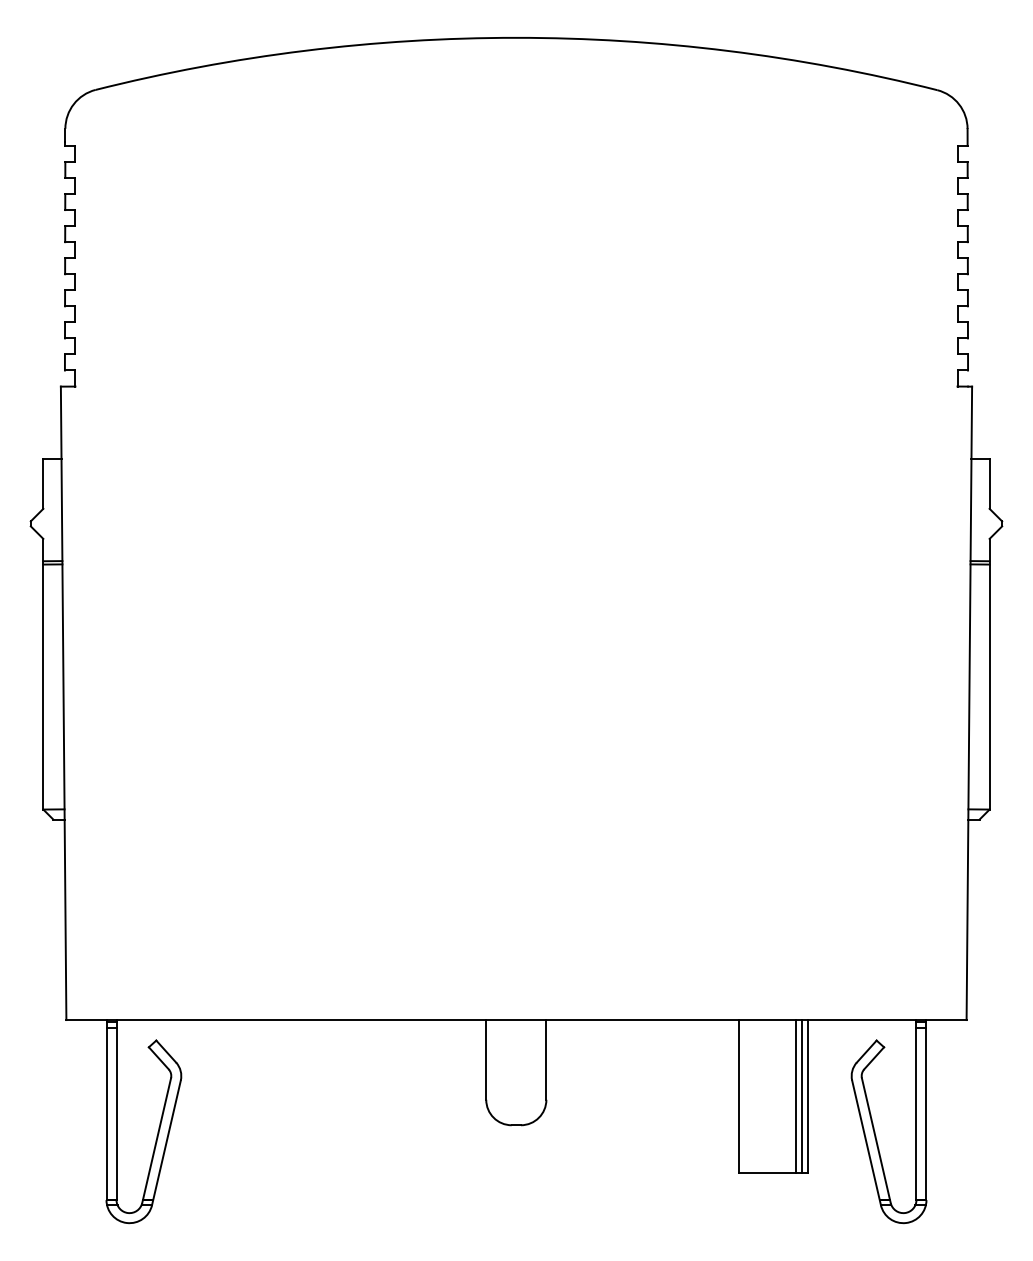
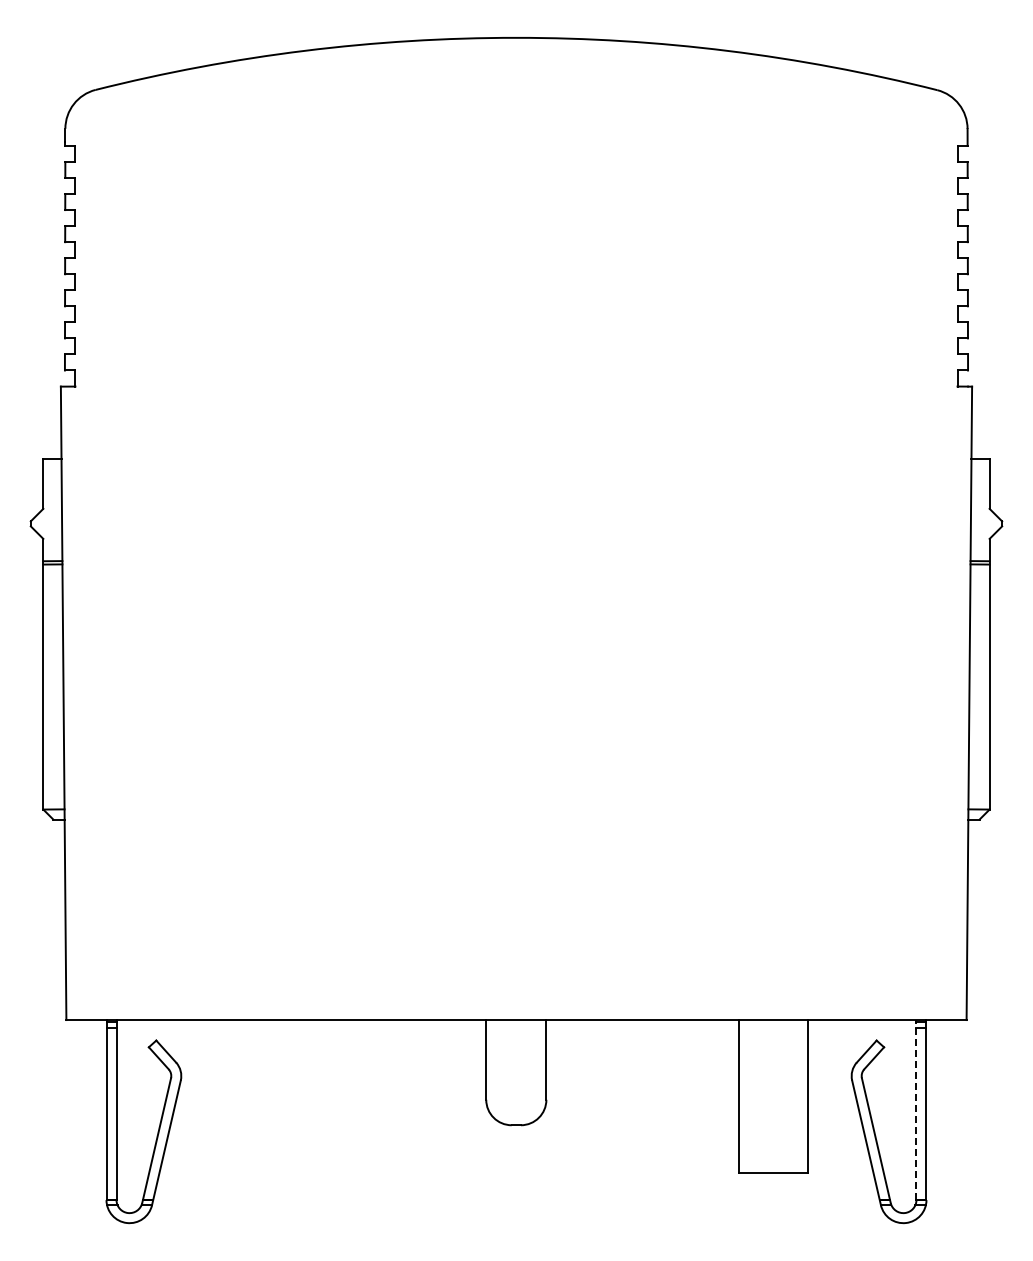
line at (796, 1096): present -> none
line at (801, 1096): present -> none
line at (916, 1109): solid -> dashed
